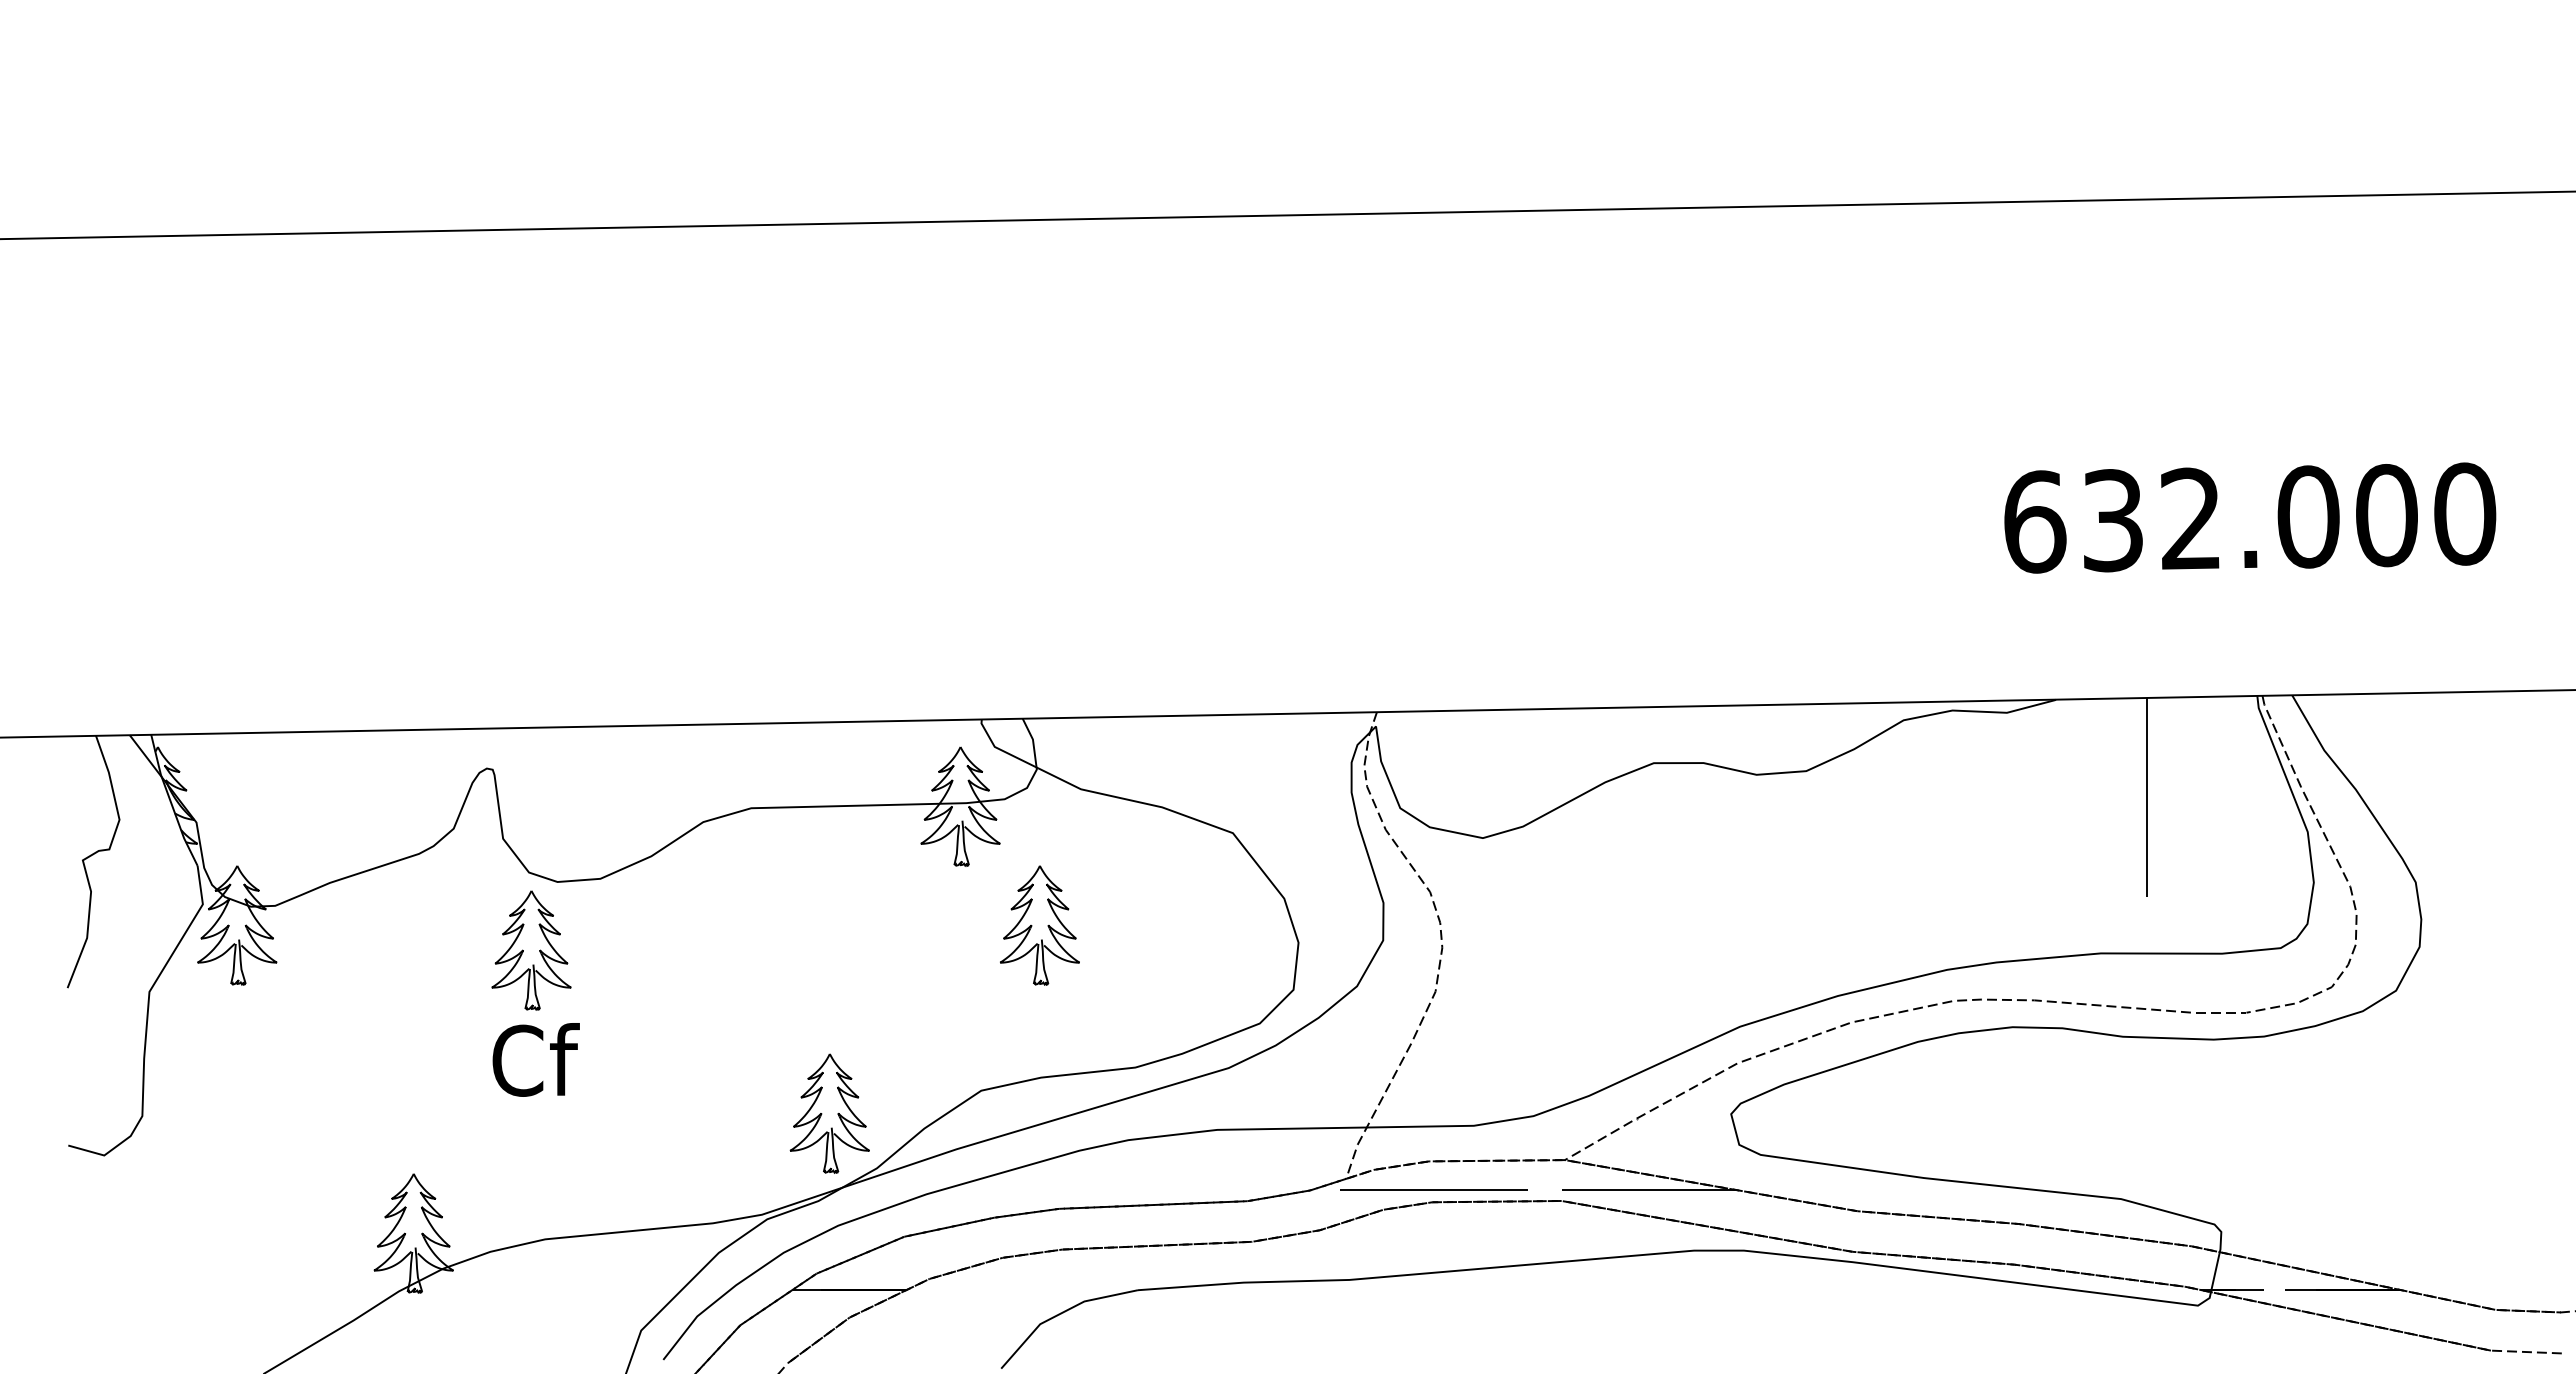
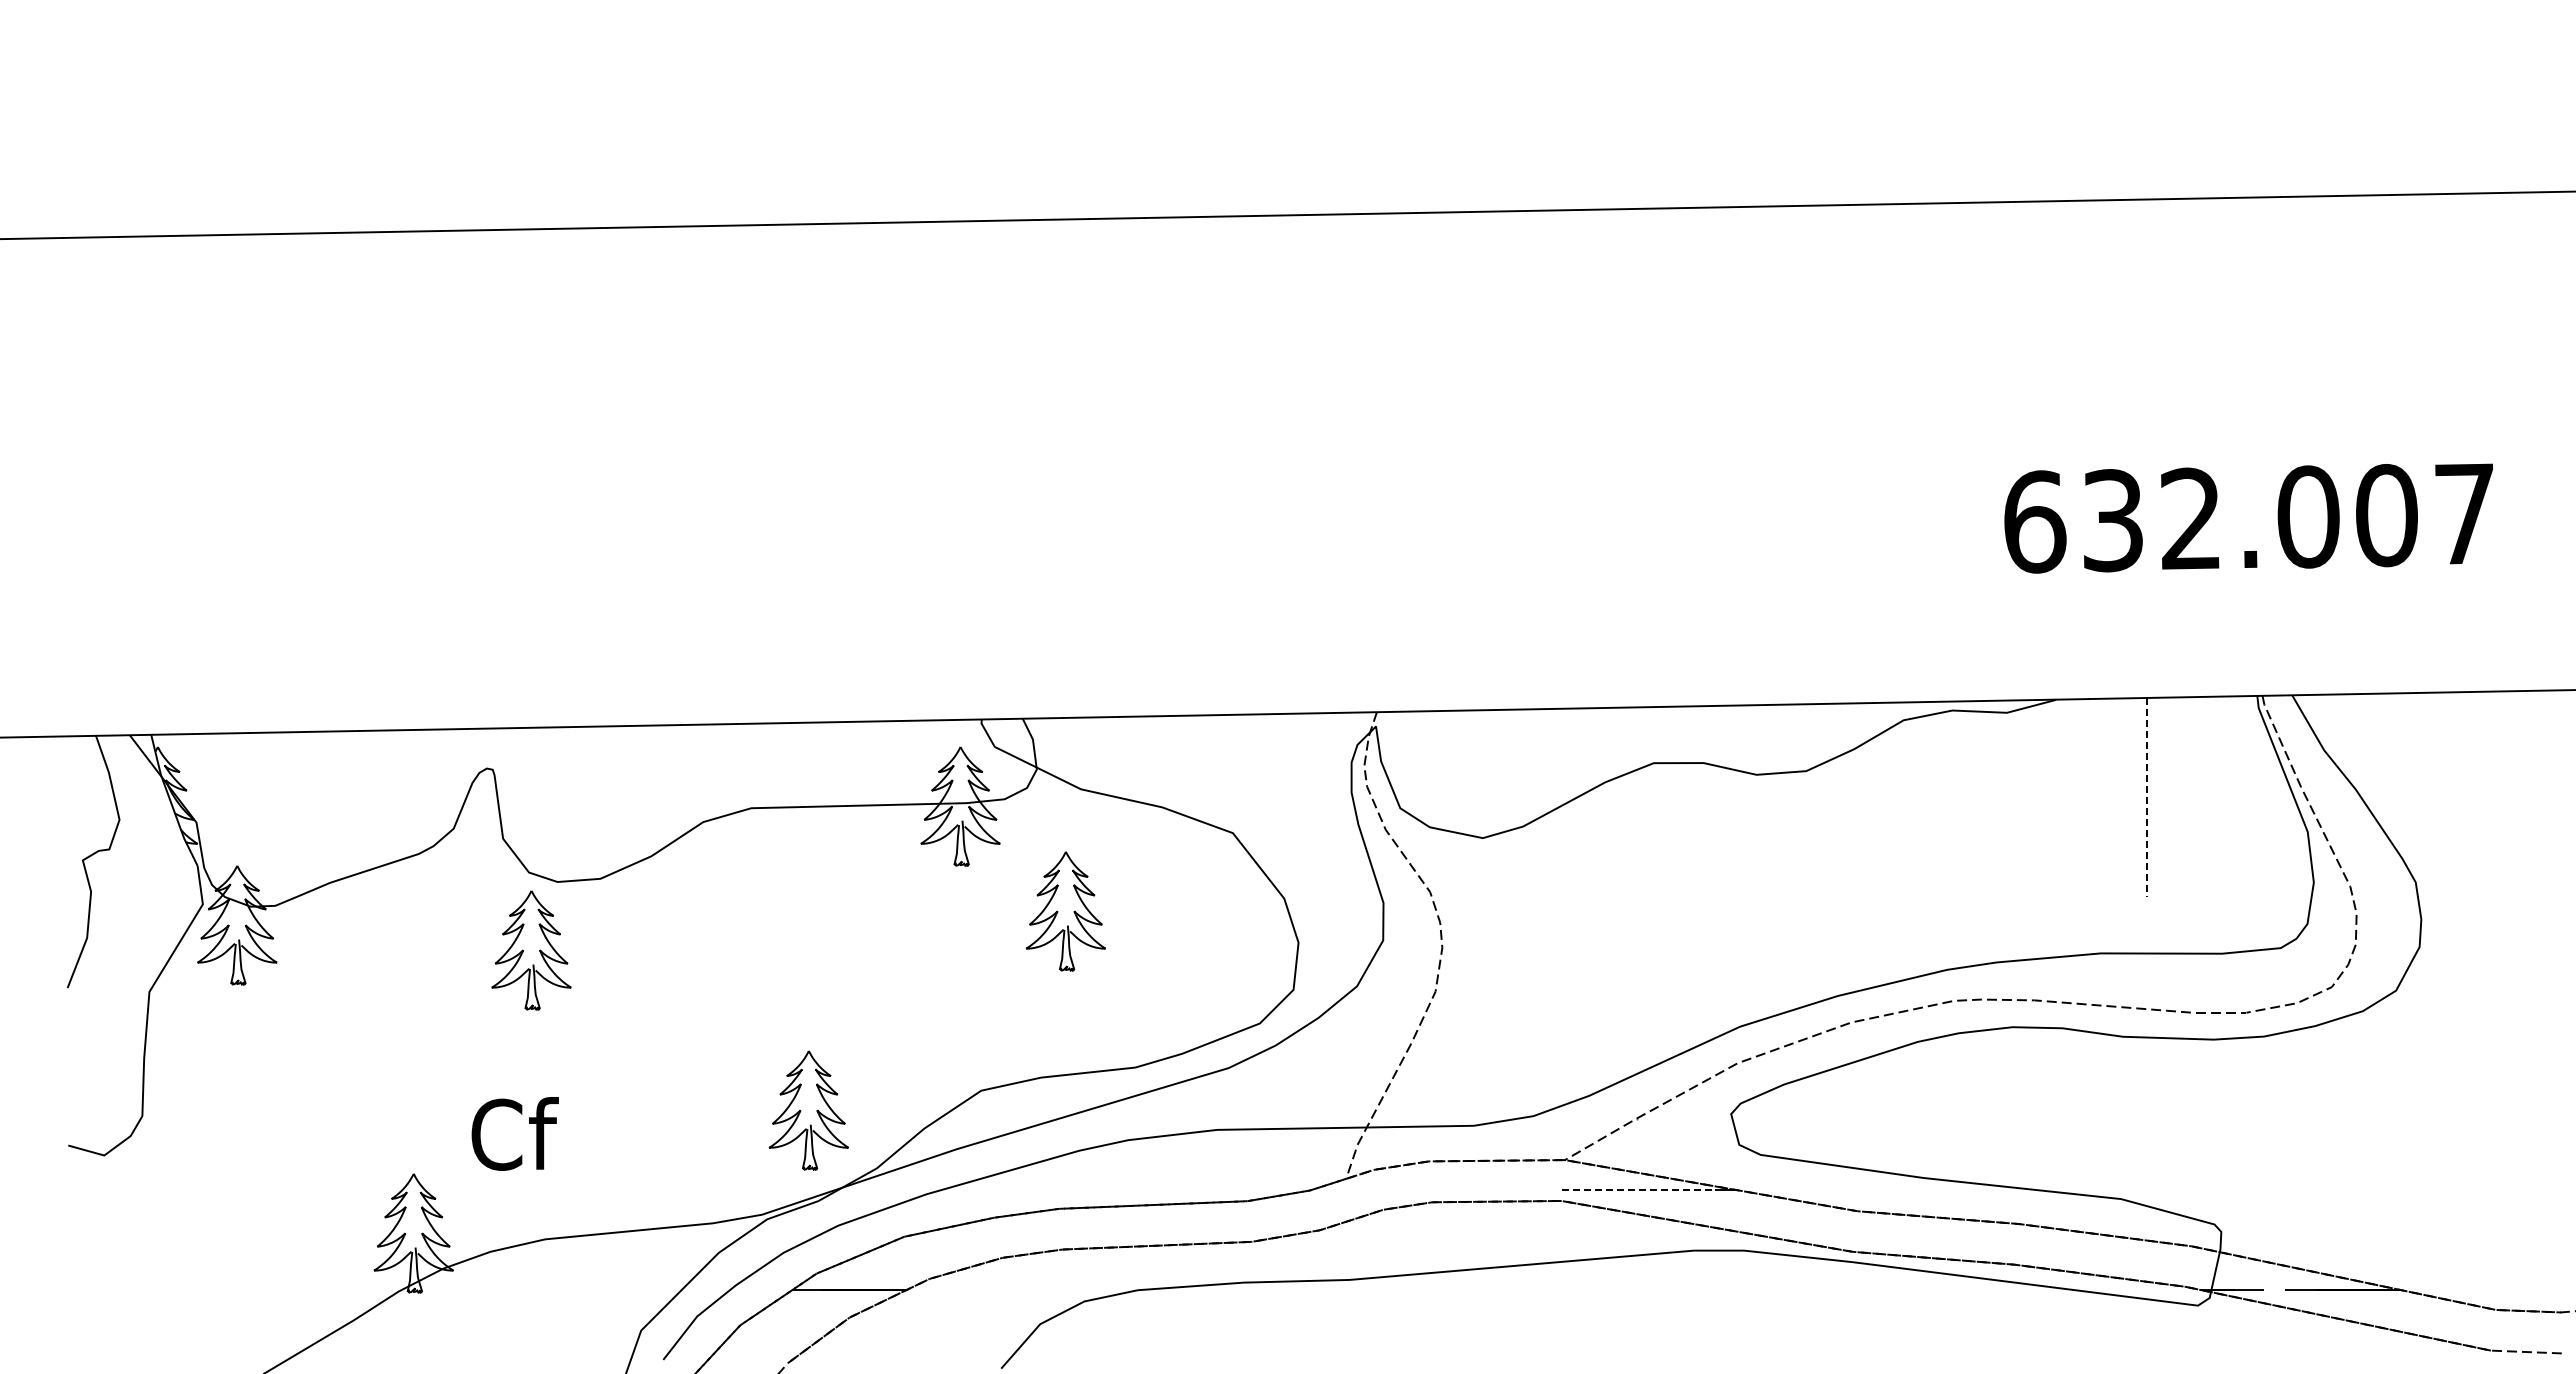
text at (2465, 513): 632.000 -> 632.007
line at (2147, 797): solid -> dashed
part at (1039, 925) position: (1039, 925) -> (1065, 911)
text at (535, 1059) position: (535, 1059) -> (514, 1133)
part at (829, 1113) position: (829, 1113) -> (808, 1110)
line at (1433, 1189): present -> none
line at (1638, 1190): solid -> dashed
